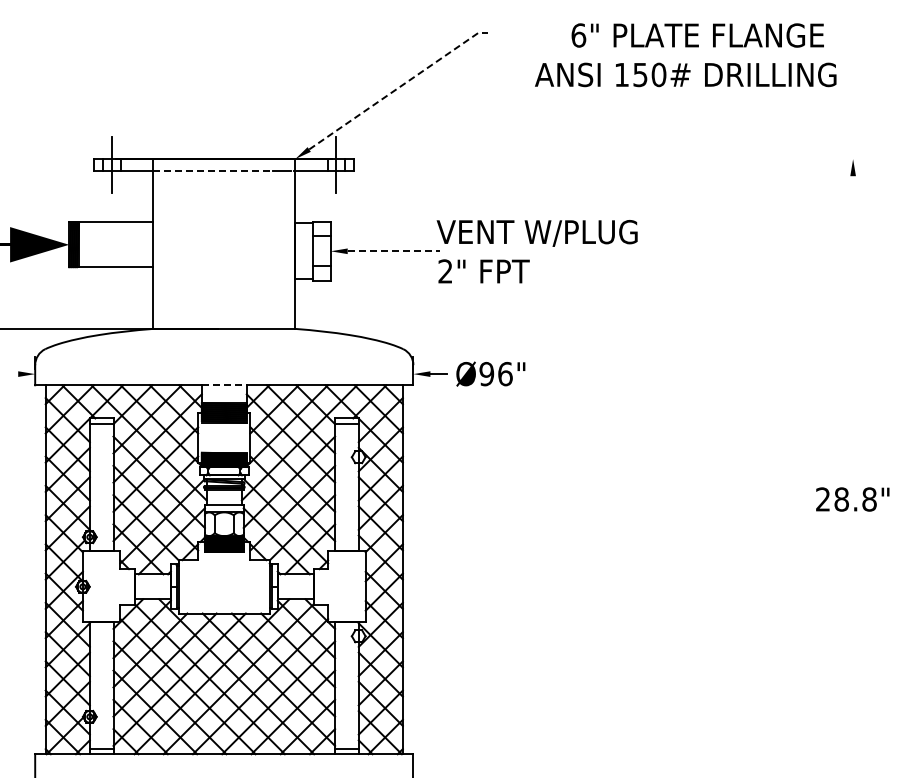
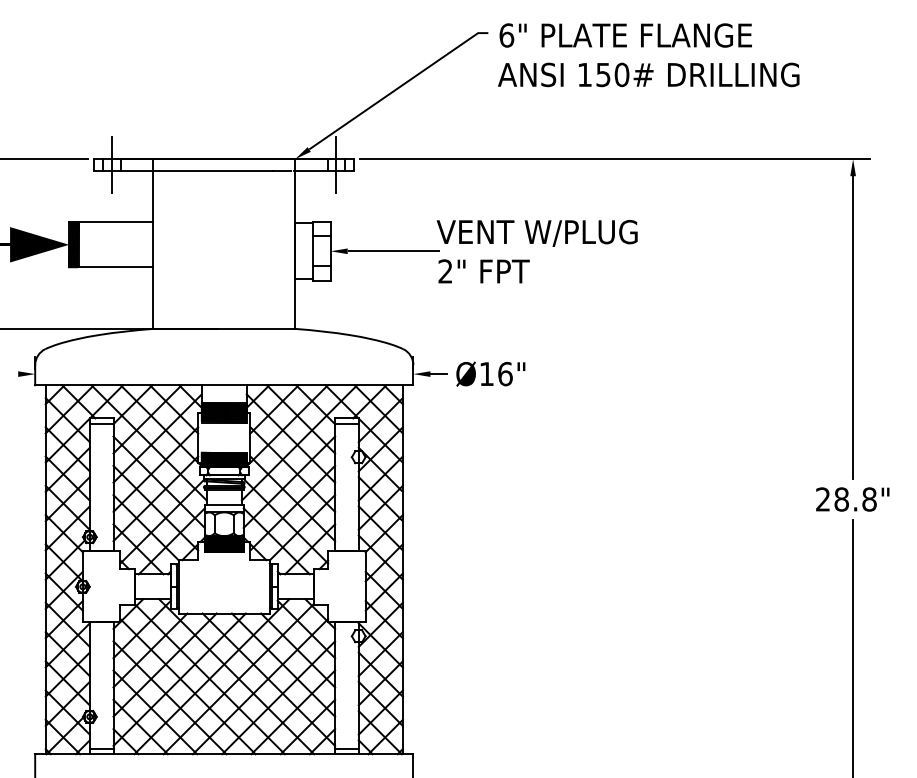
text at (697, 35) position: (697, 35) -> (625, 35)
text at (685, 74) position: (685, 74) -> (648, 74)
line at (398, 87): dashed -> solid
line at (45, 159): none -> present
line at (615, 159): none -> present
line at (213, 170): dashed -> solid
line at (393, 251): dashed -> solid
line at (853, 327): none -> present
text at (486, 373): Ø96" -> Ø16"
line at (224, 385): dashed -> solid
line at (853, 646): none -> present
